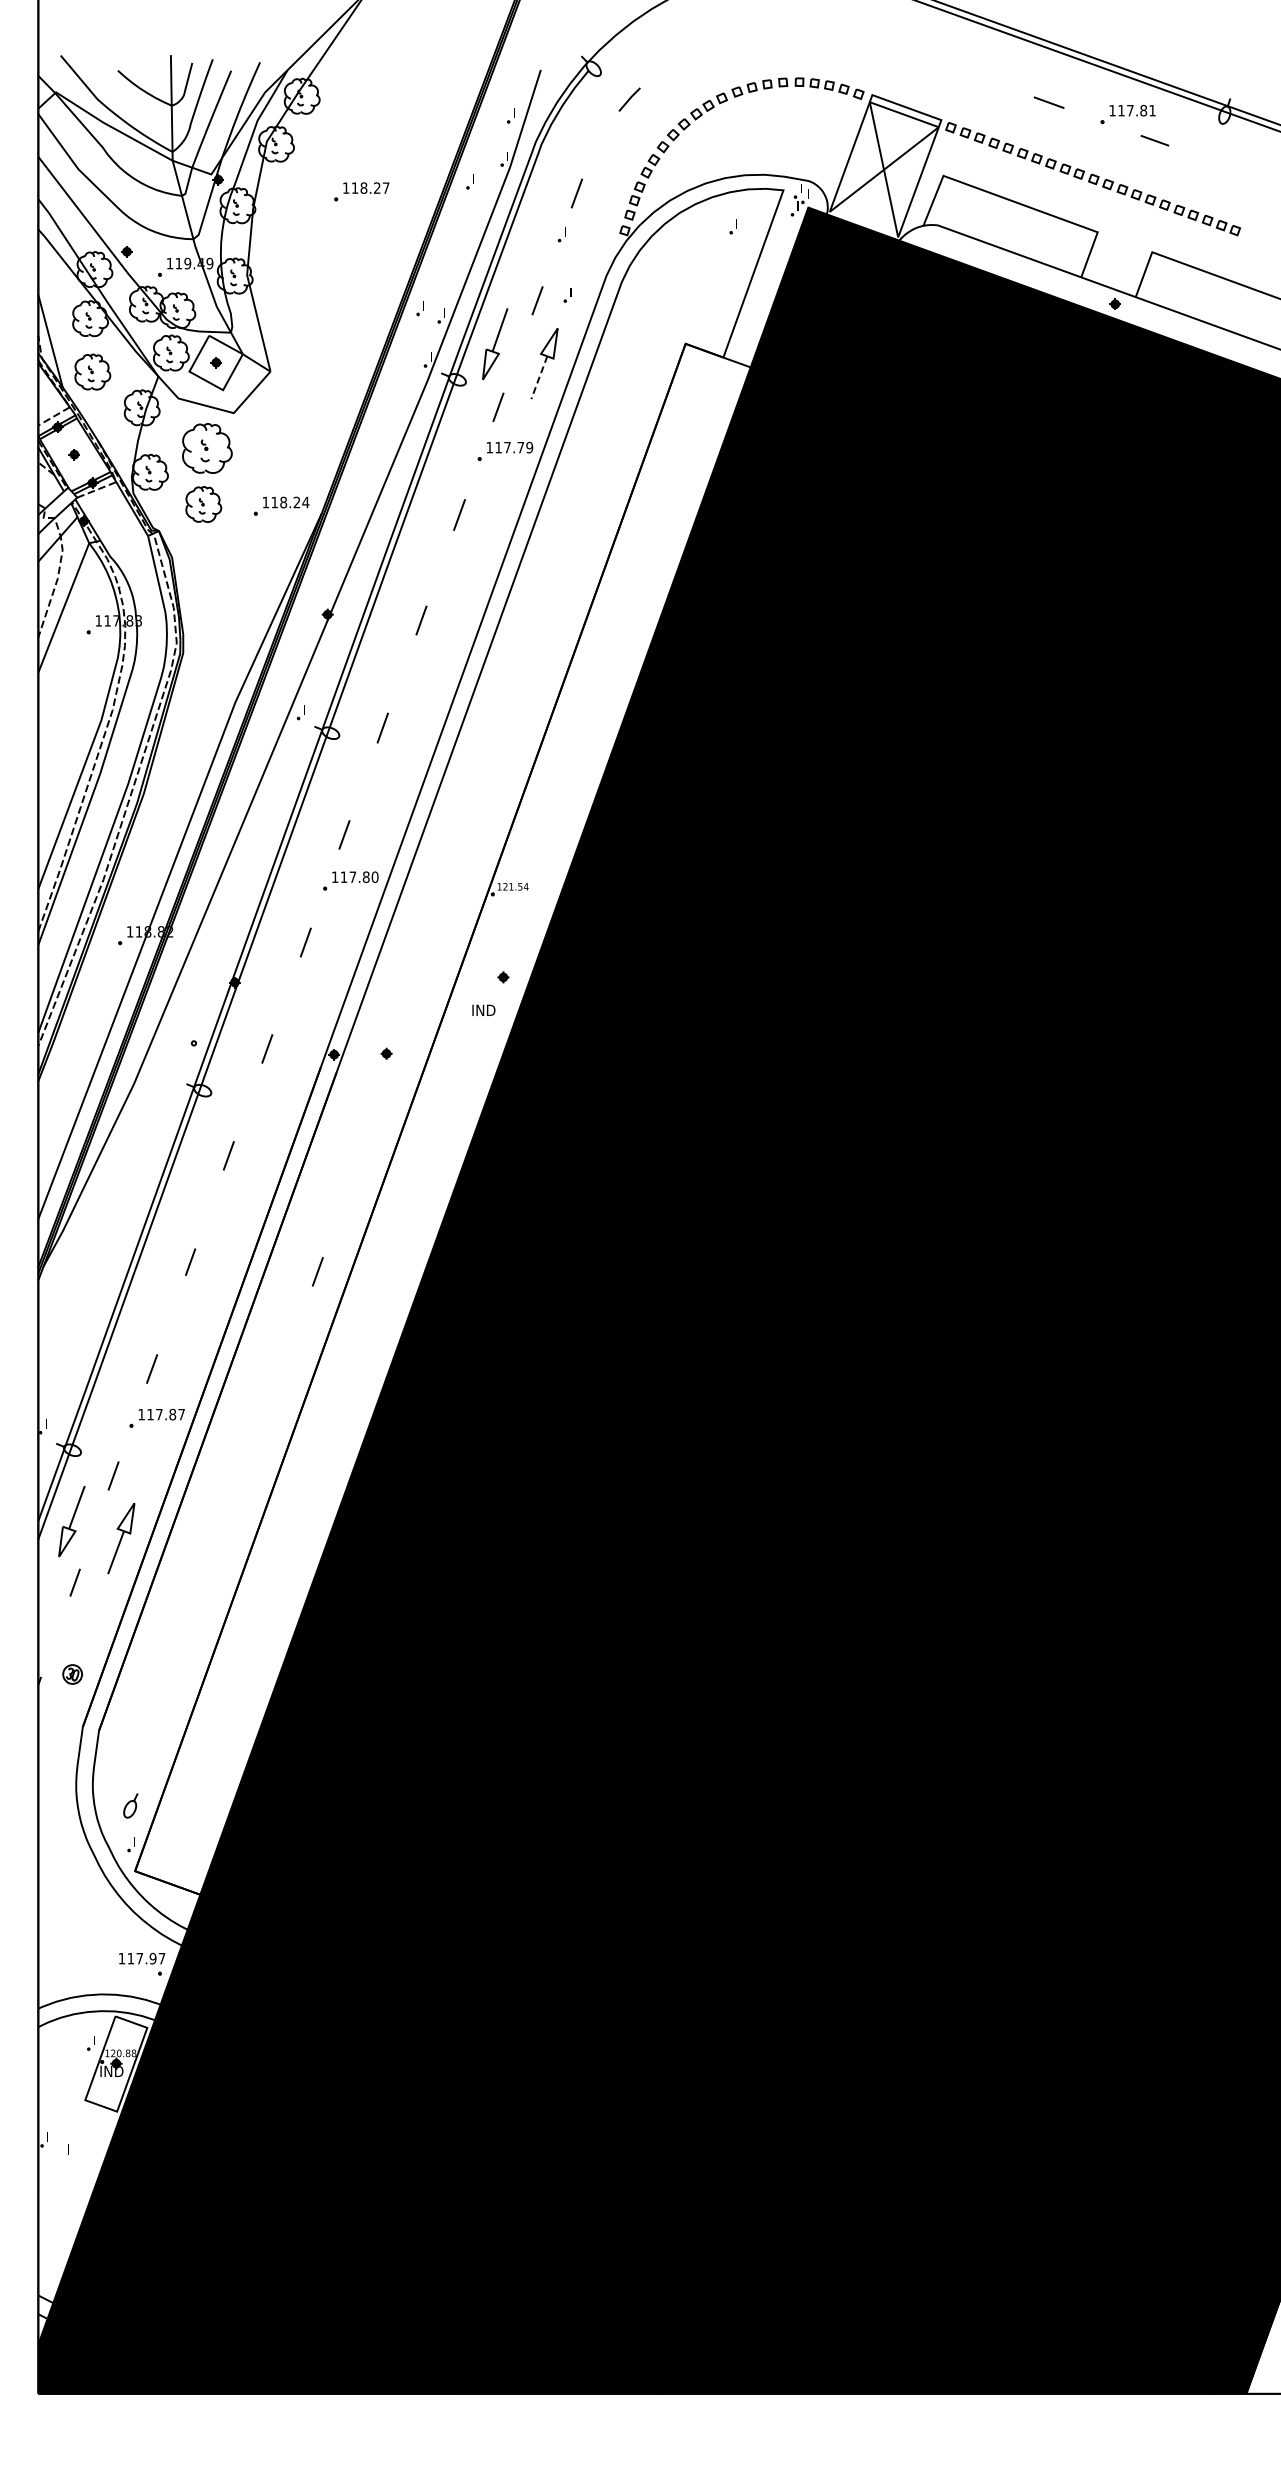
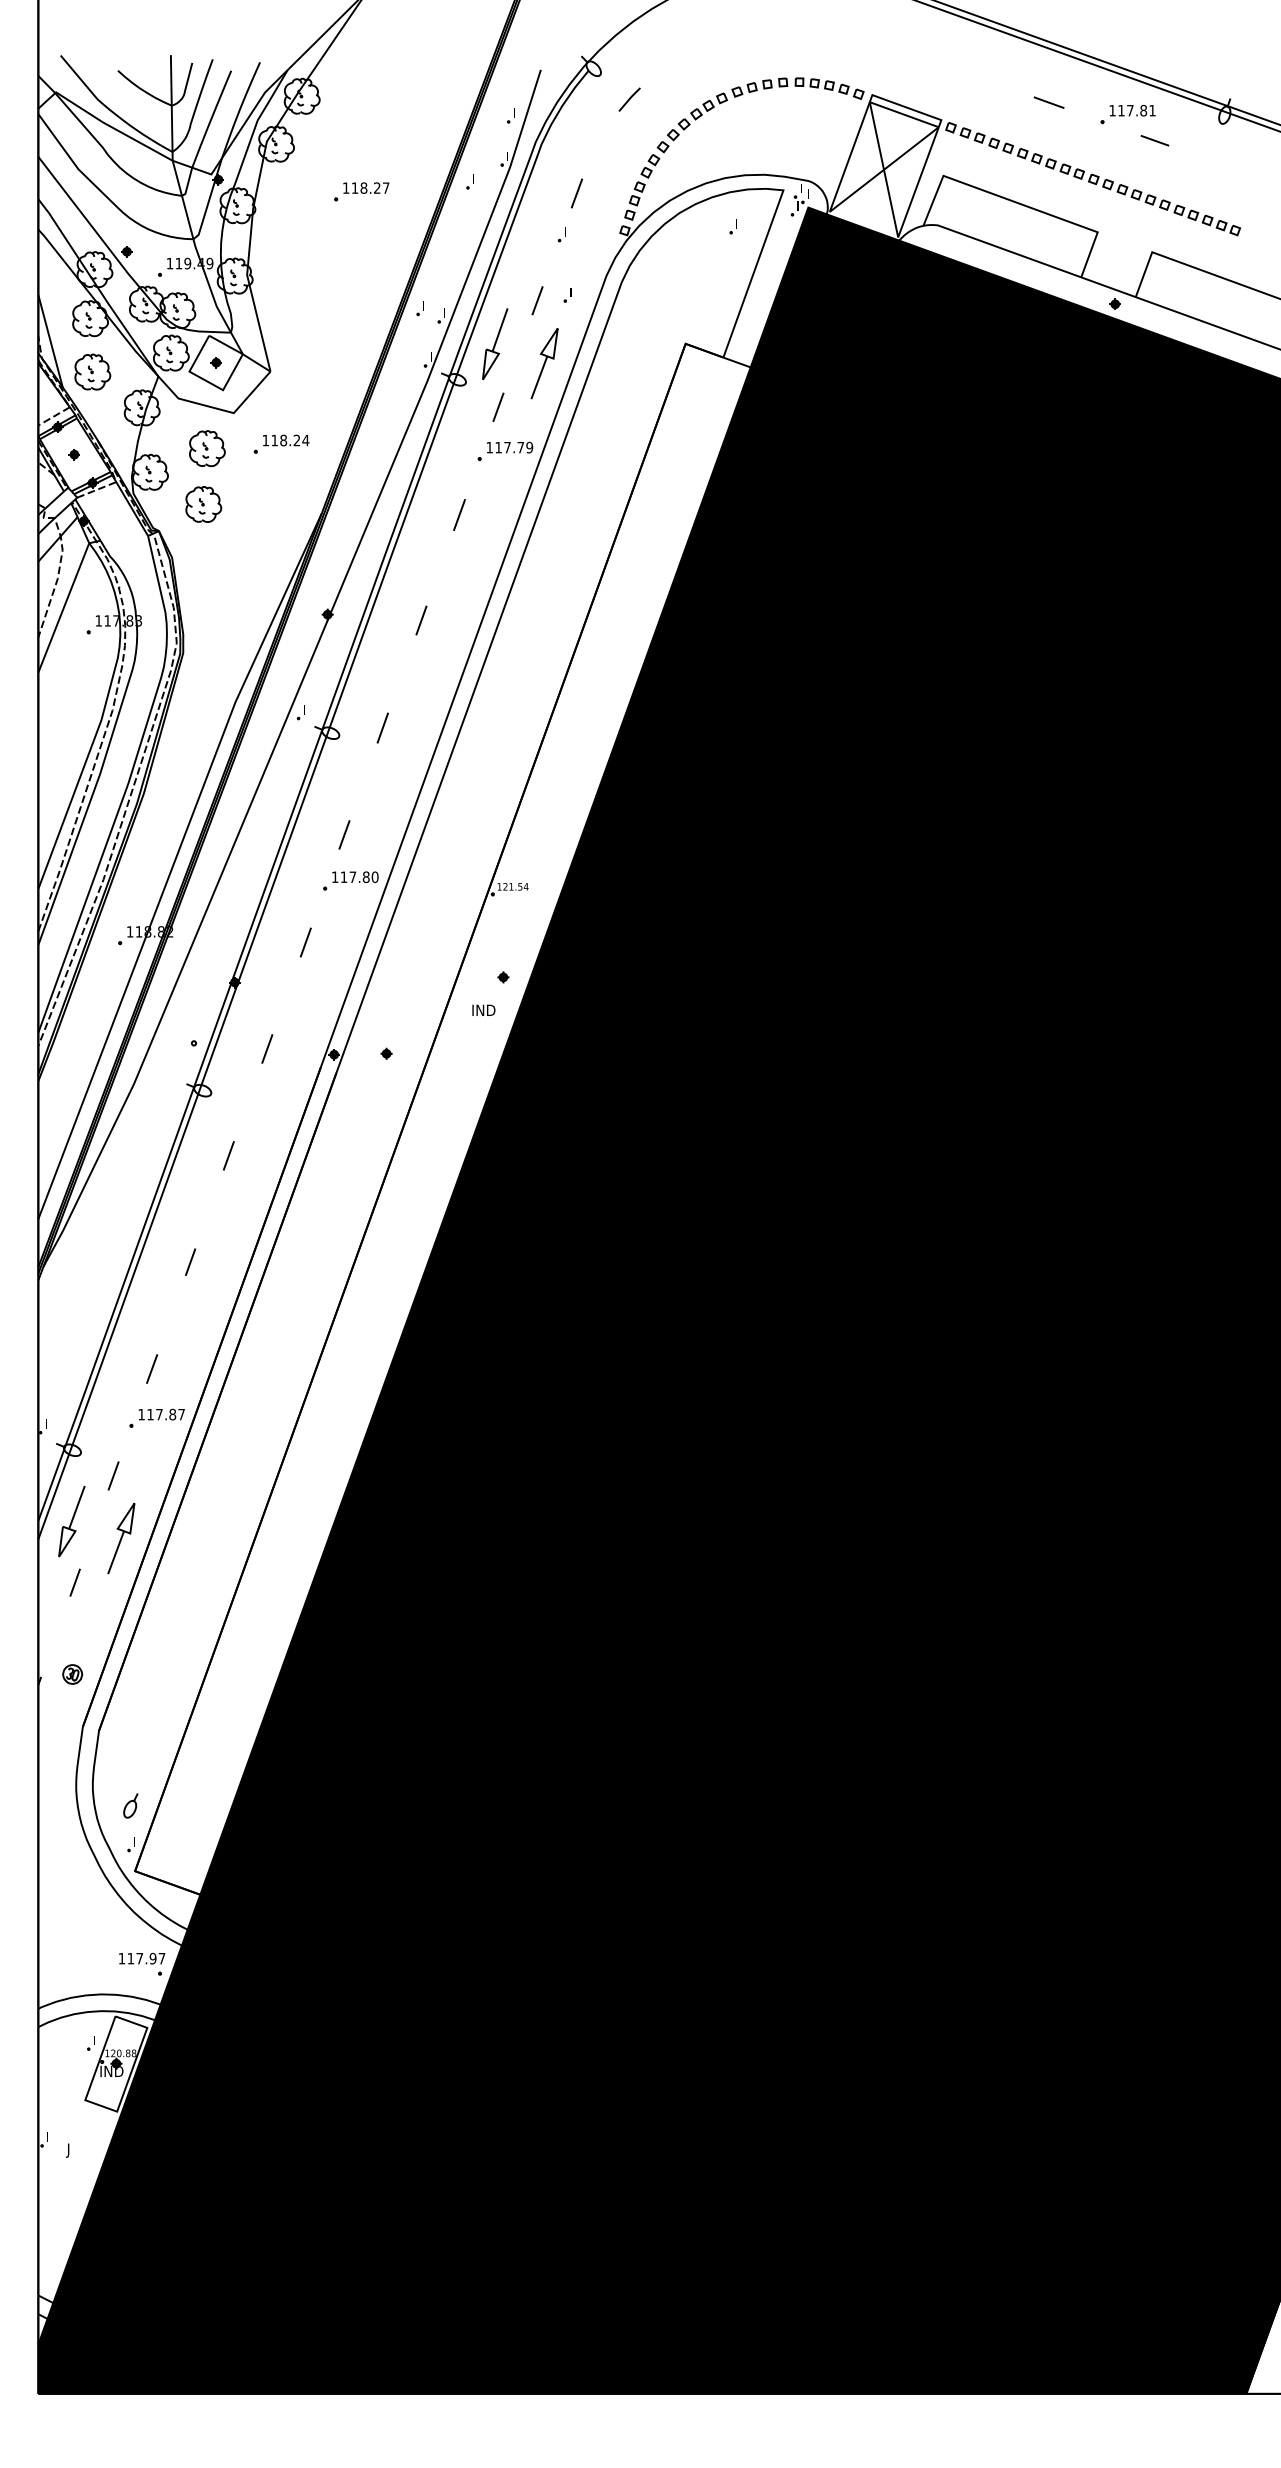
line at (539, 377): dashed -> solid
part at (207, 448) size: 51x51 px -> 37x38 px
part at (281, 505) position: (281, 505) -> (281, 443)
line at (317, 1271): present -> none
text at (67, 2150): I -> J
